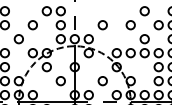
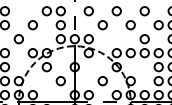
circle at (88, 11): none -> present
circle at (116, 11): none -> present
